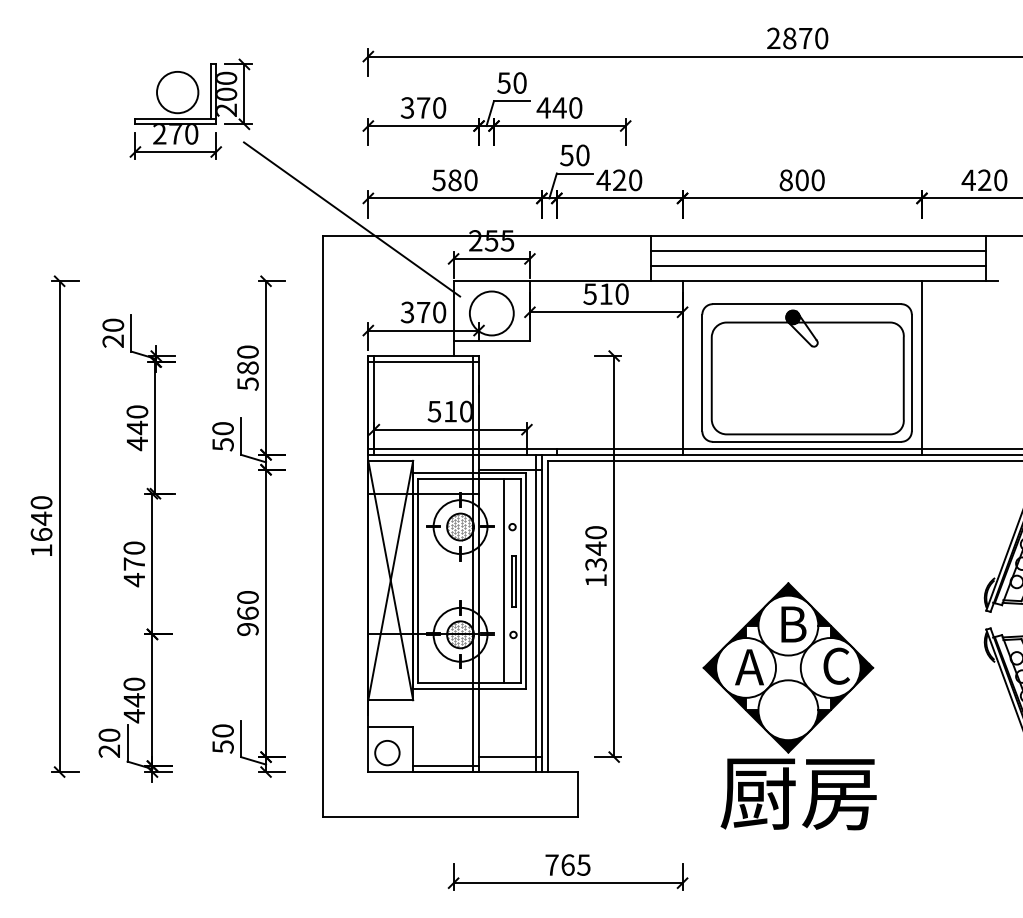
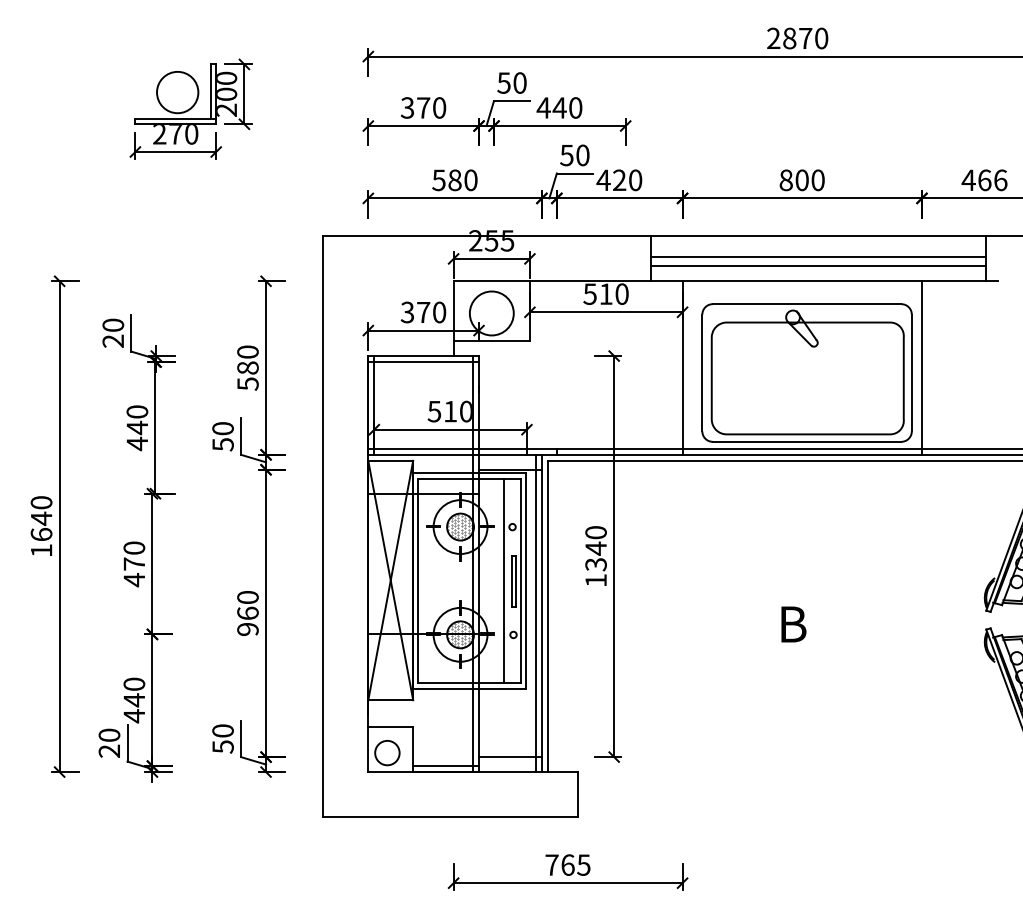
text at (992, 180): 420 -> 466
line at (352, 219): present -> none
line at (818, 251) position: (818, 251) -> (818, 257)
hatch at (792, 317): present -> none
part at (789, 706): present -> none
